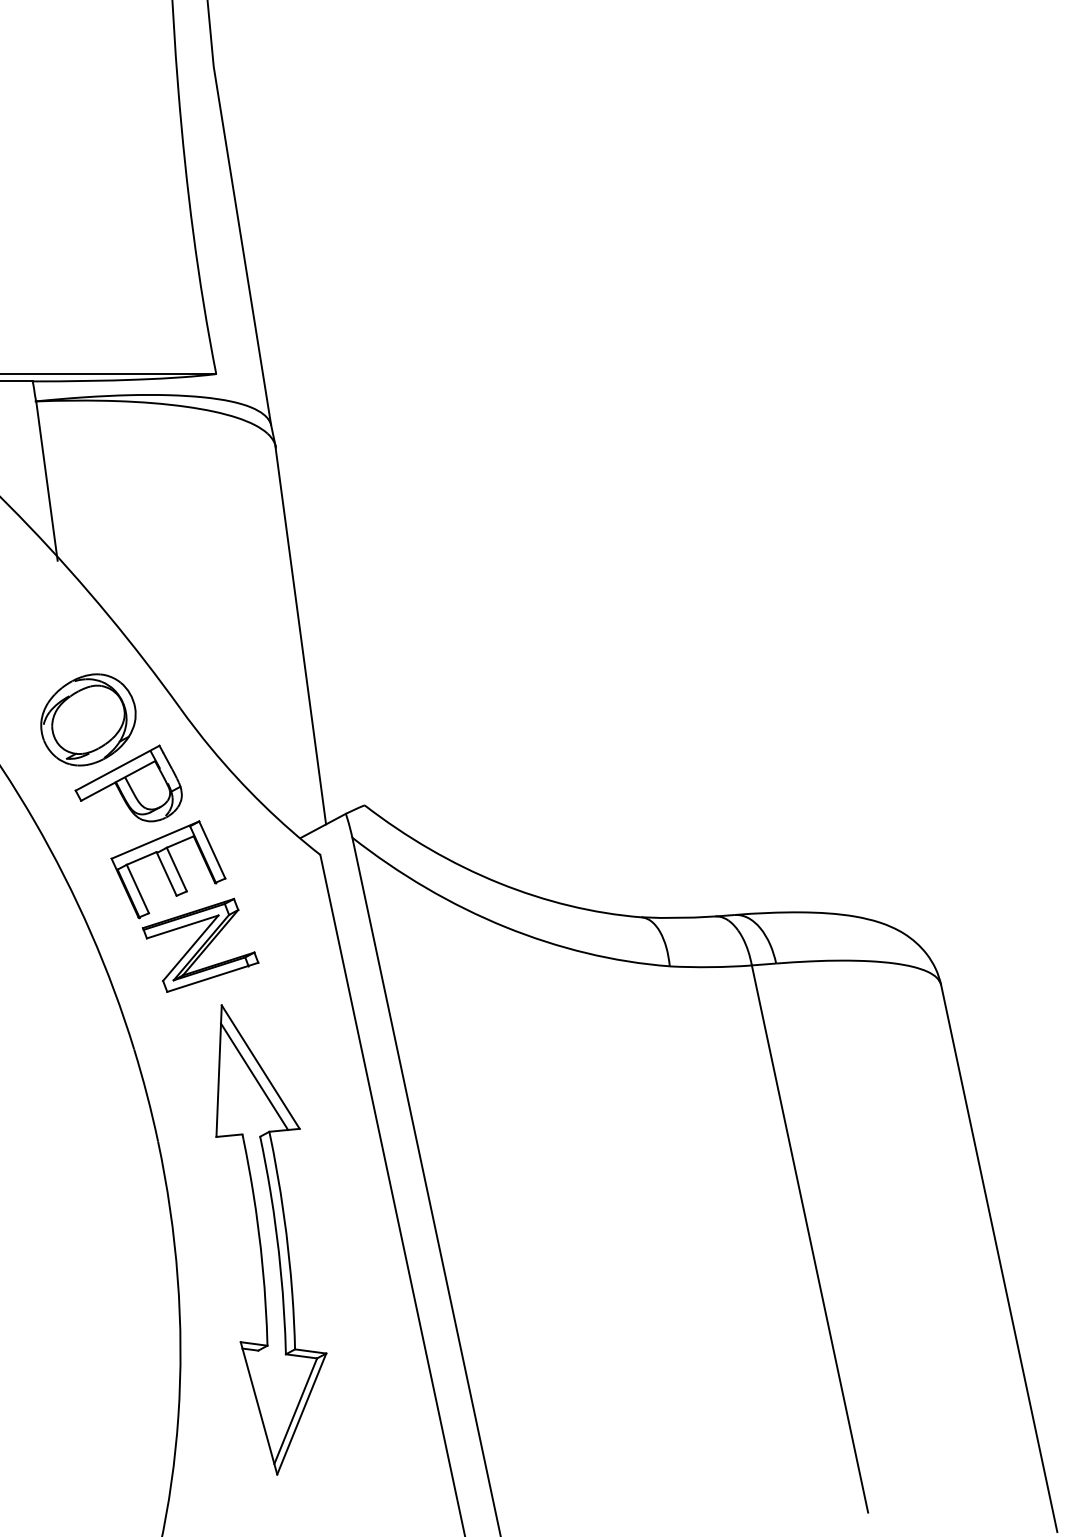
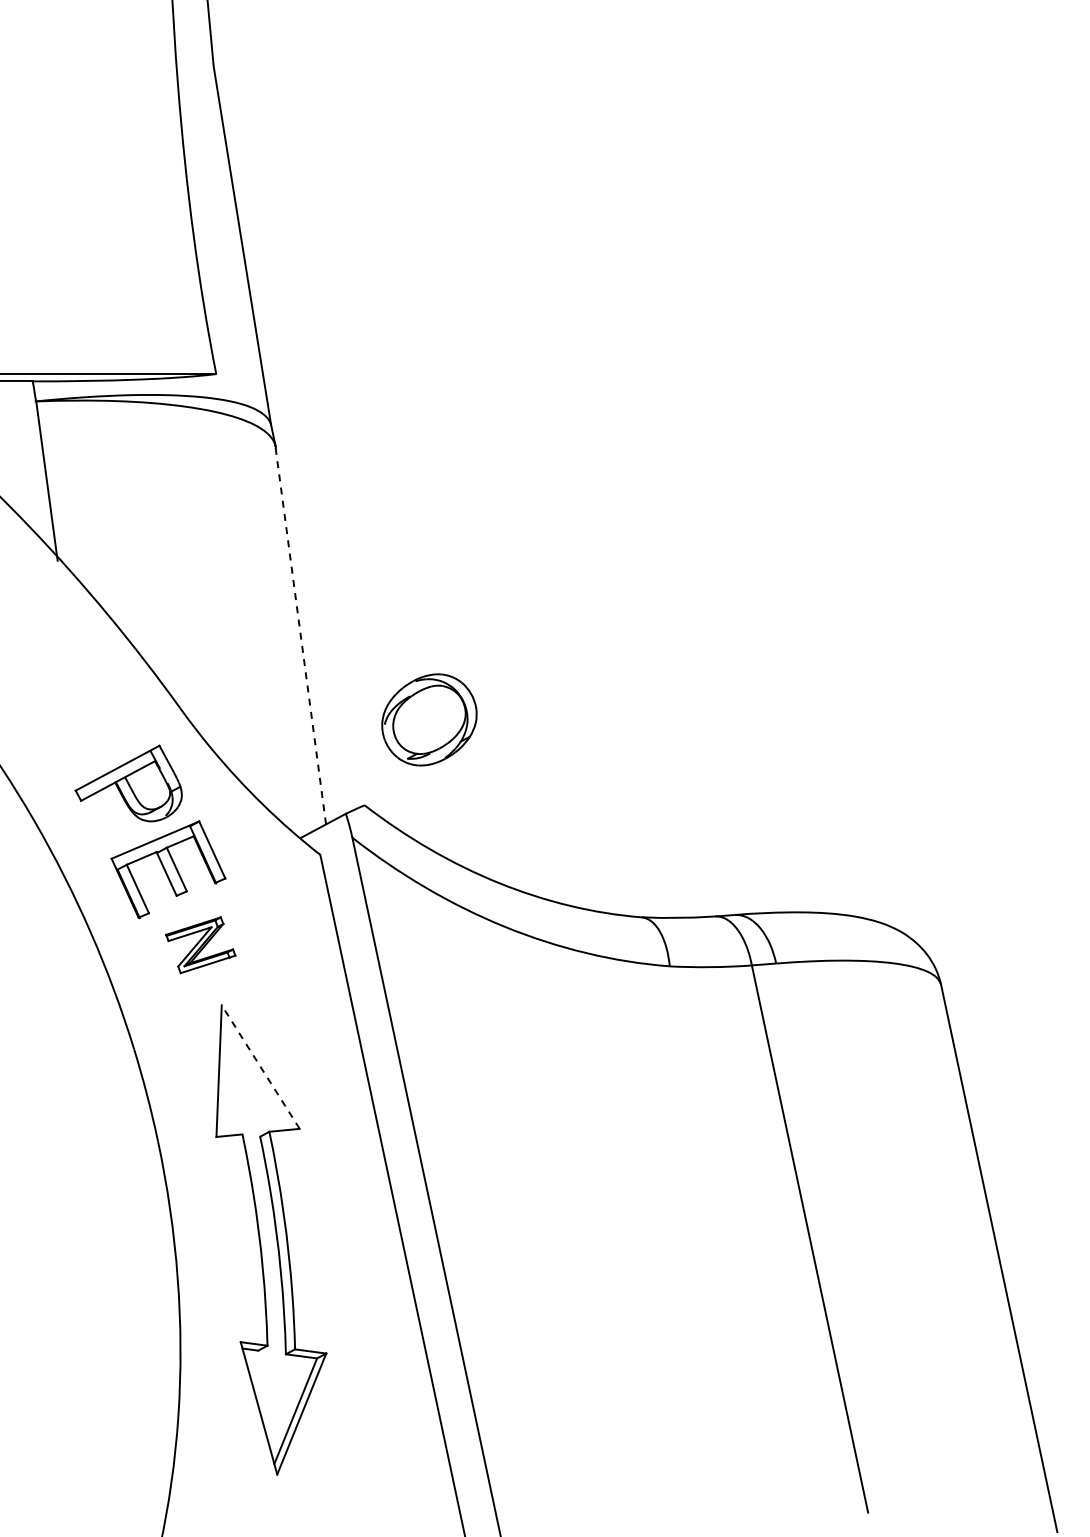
line at (300, 636): solid -> dashed
part at (88, 719) position: (88, 719) -> (429, 719)
part at (200, 944) size: 118x96 px -> 72x59 px
line at (260, 1066): solid -> dashed
line at (254, 1076): present -> none
